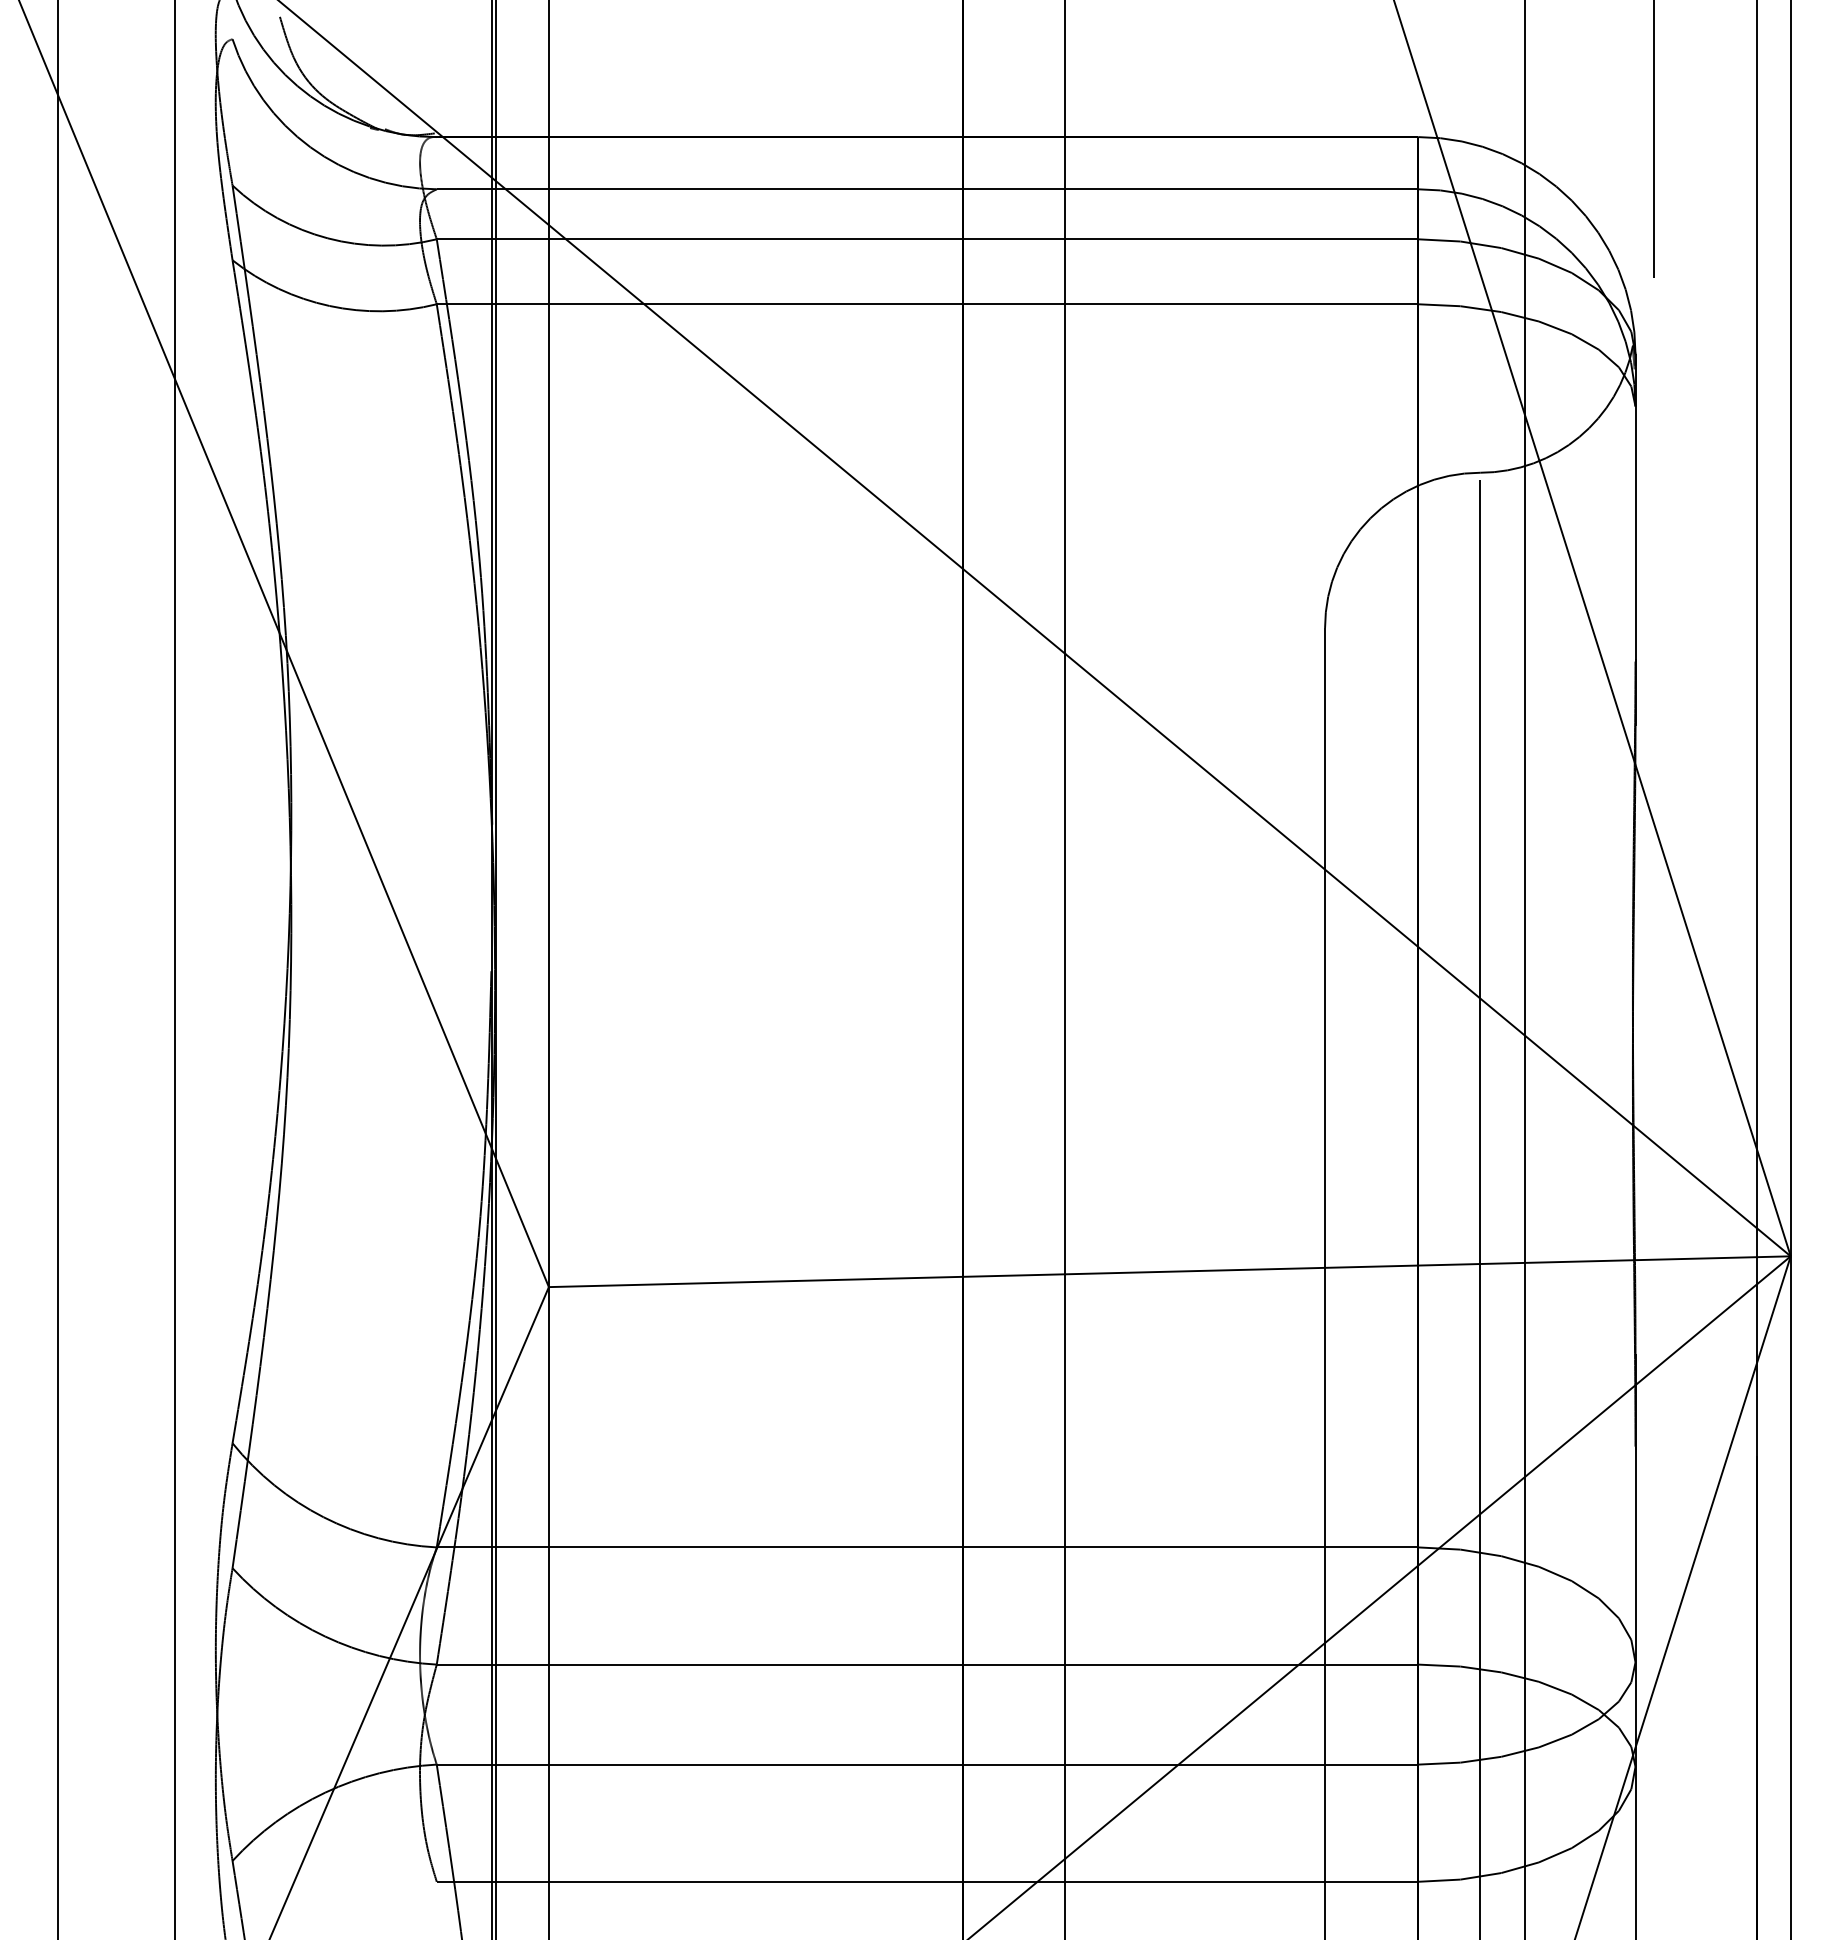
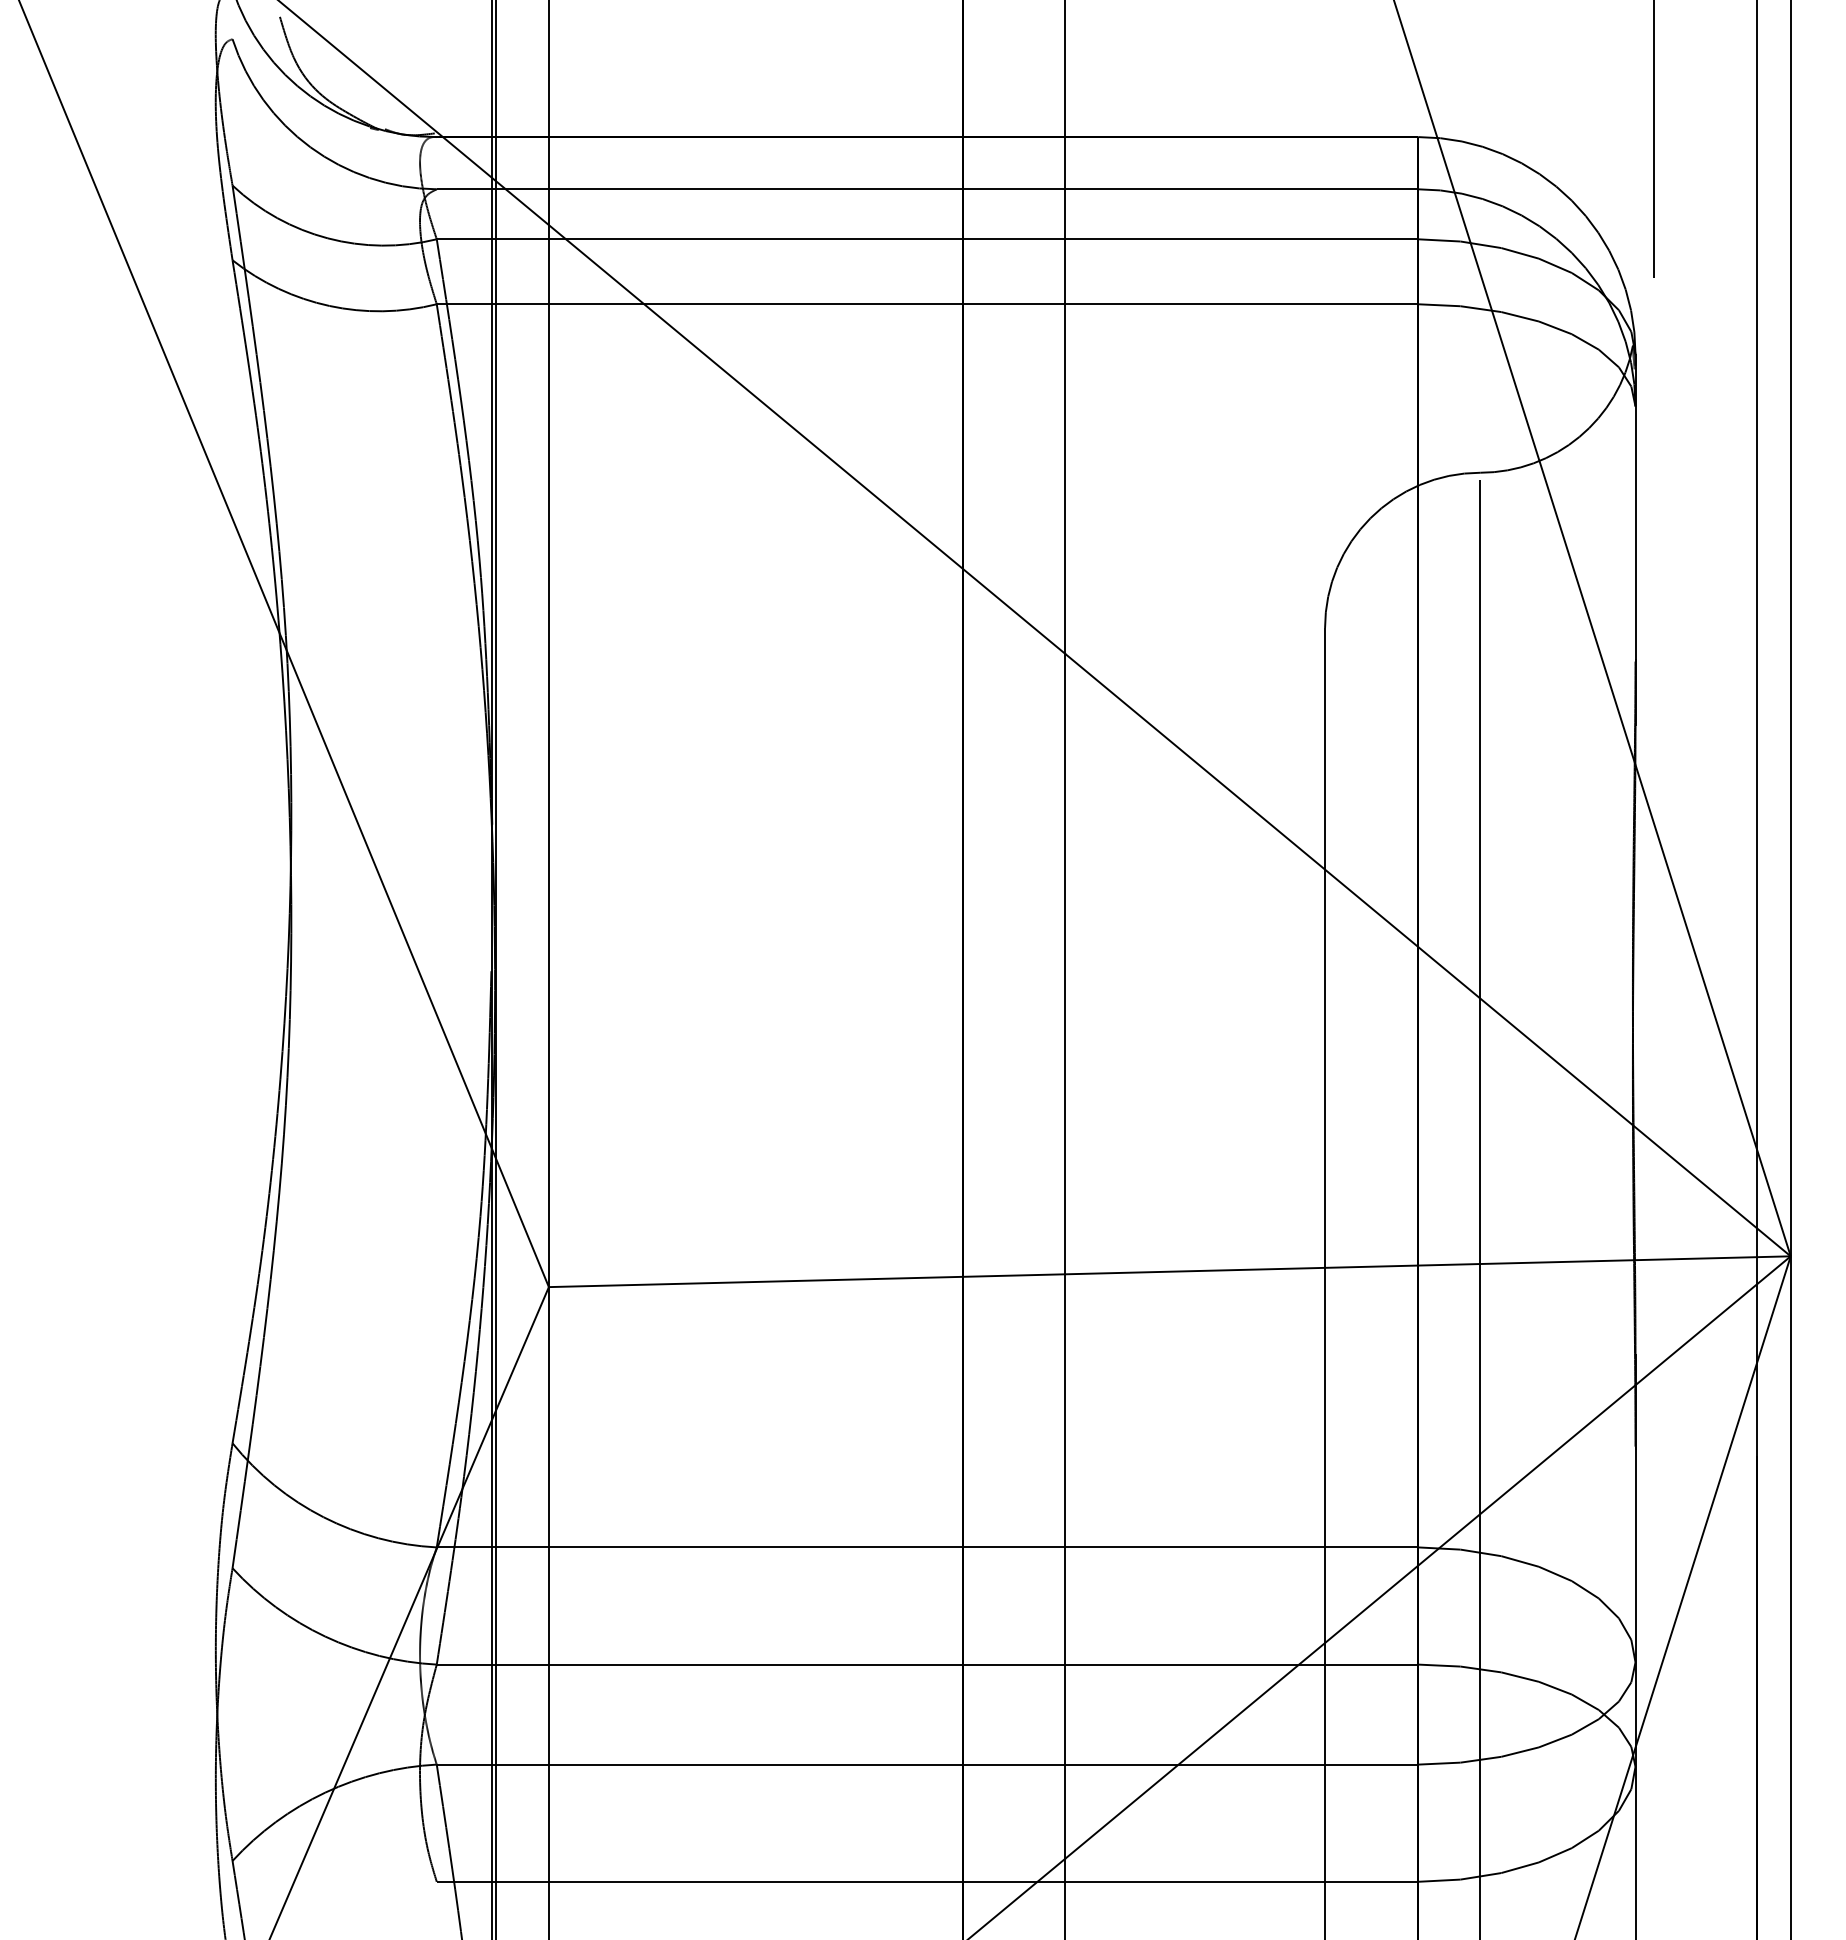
line at (58, 969): present -> none
line at (175, 969): present -> none
line at (1525, 969): present -> none
